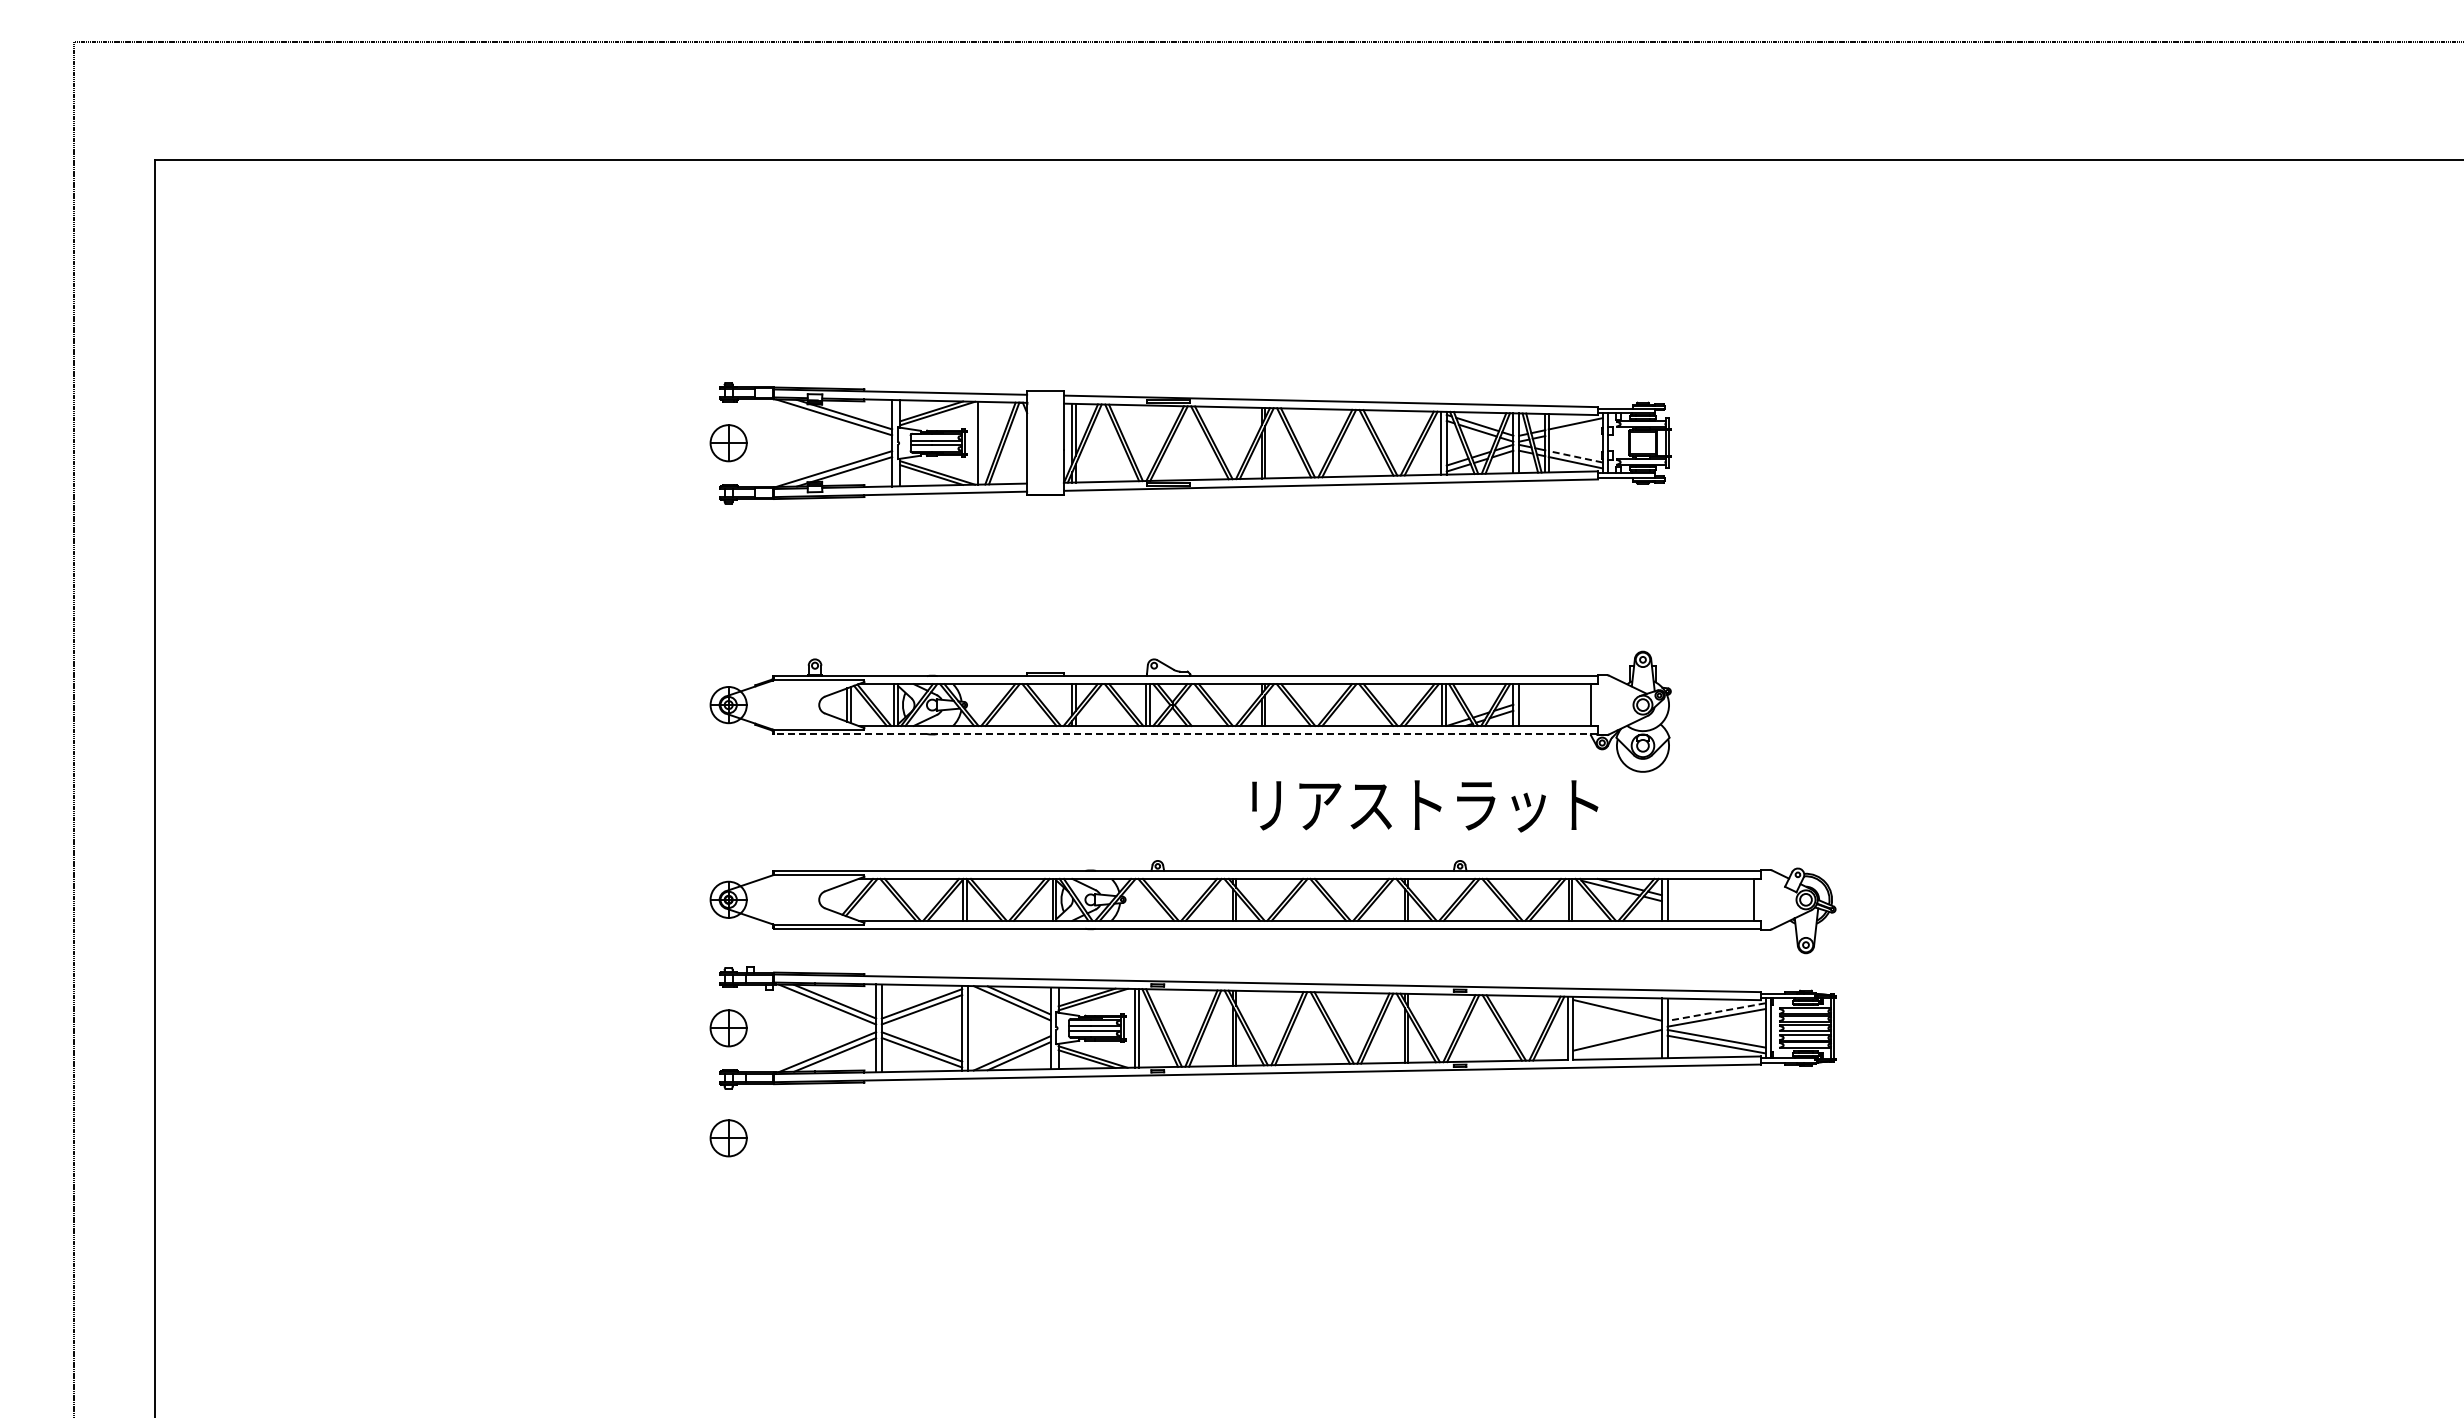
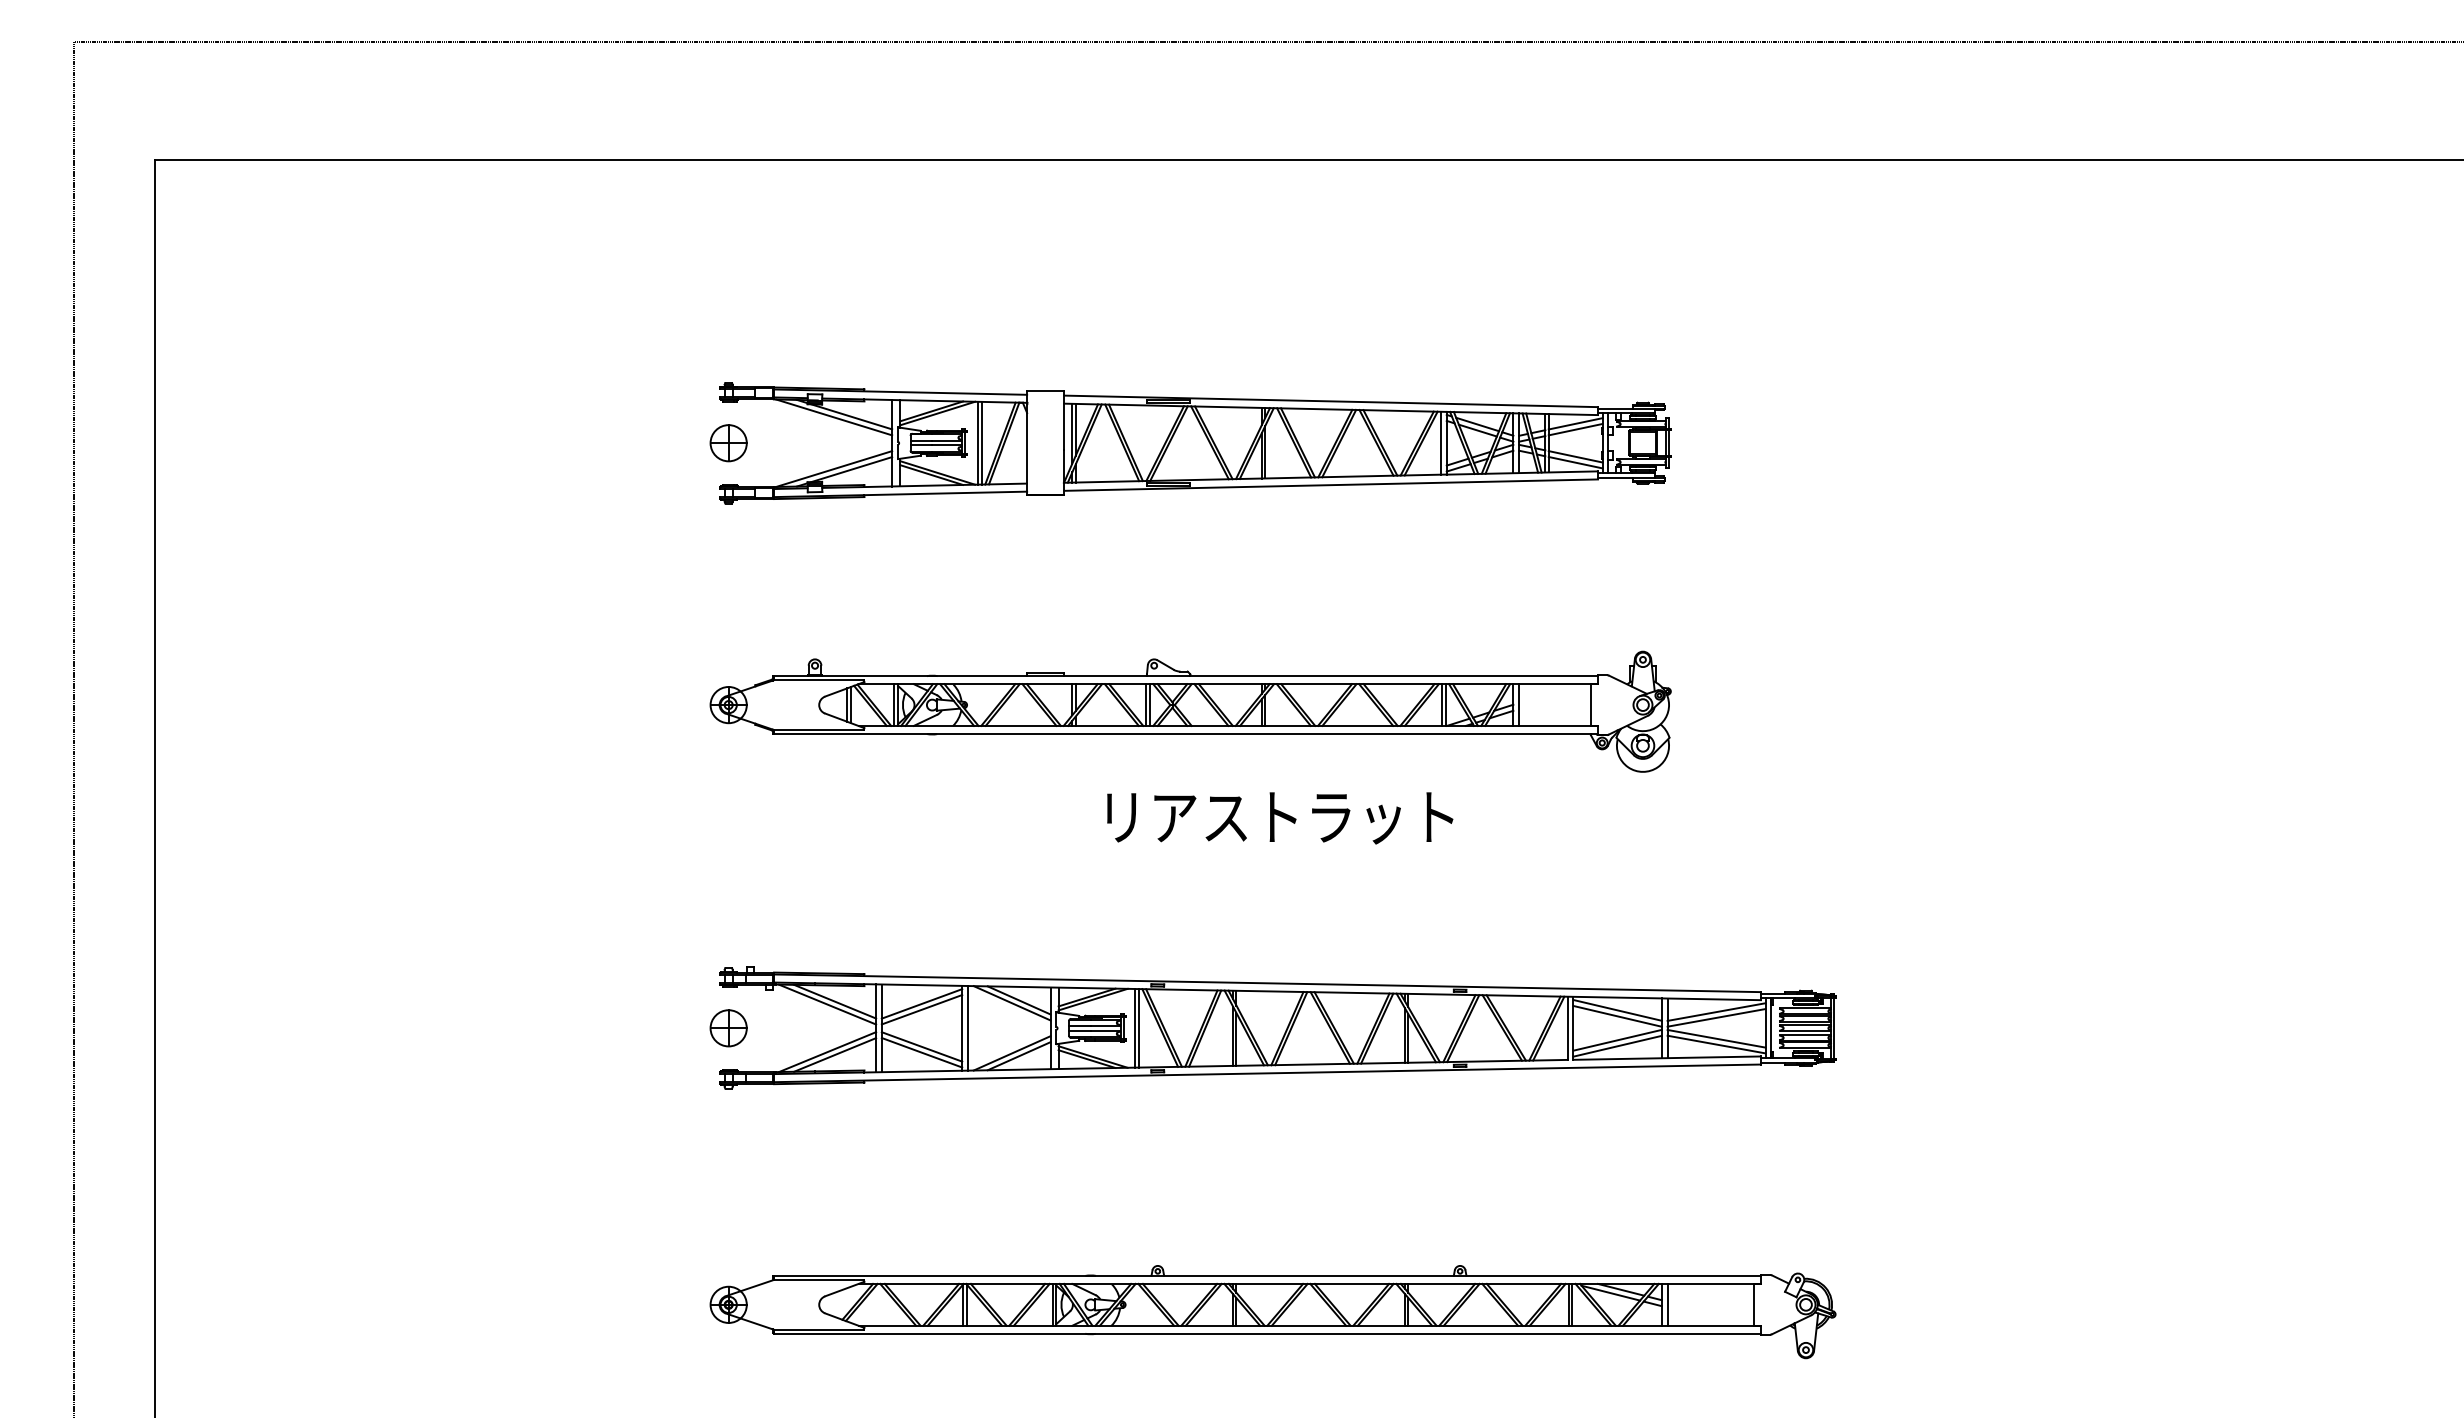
line at (1575, 429): none -> present
line at (981, 442): none -> present
line at (1575, 456): dashed -> solid
line at (1185, 733): dashed -> solid
text at (1425, 806) position: (1425, 806) -> (1280, 818)
part at (1272, 907) position: (1272, 907) -> (1272, 1312)
line at (1716, 1012): dashed -> solid
line at (1617, 1015): none -> present
line at (1617, 1045): none -> present
part at (728, 1138): present -> none
